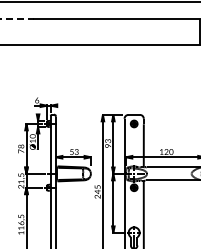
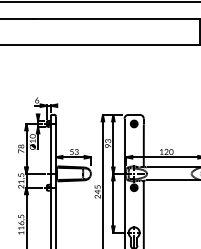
line at (17, 19): dashed -> solid
